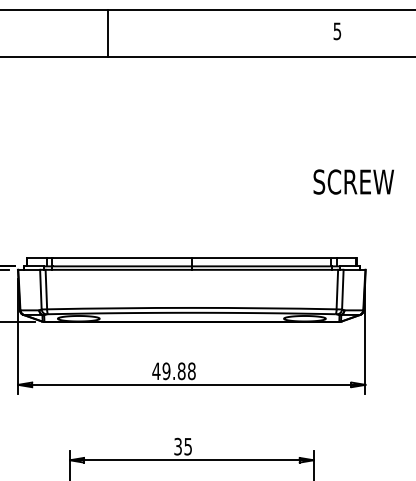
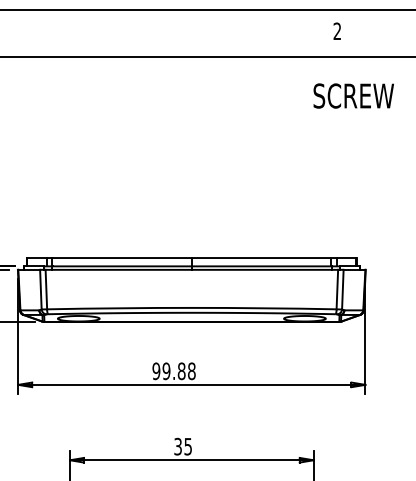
text at (337, 31): 5 -> 2
line at (108, 33): present -> none
text at (353, 181) position: (353, 181) -> (353, 95)
text at (156, 371): 49.88 -> 99.88
